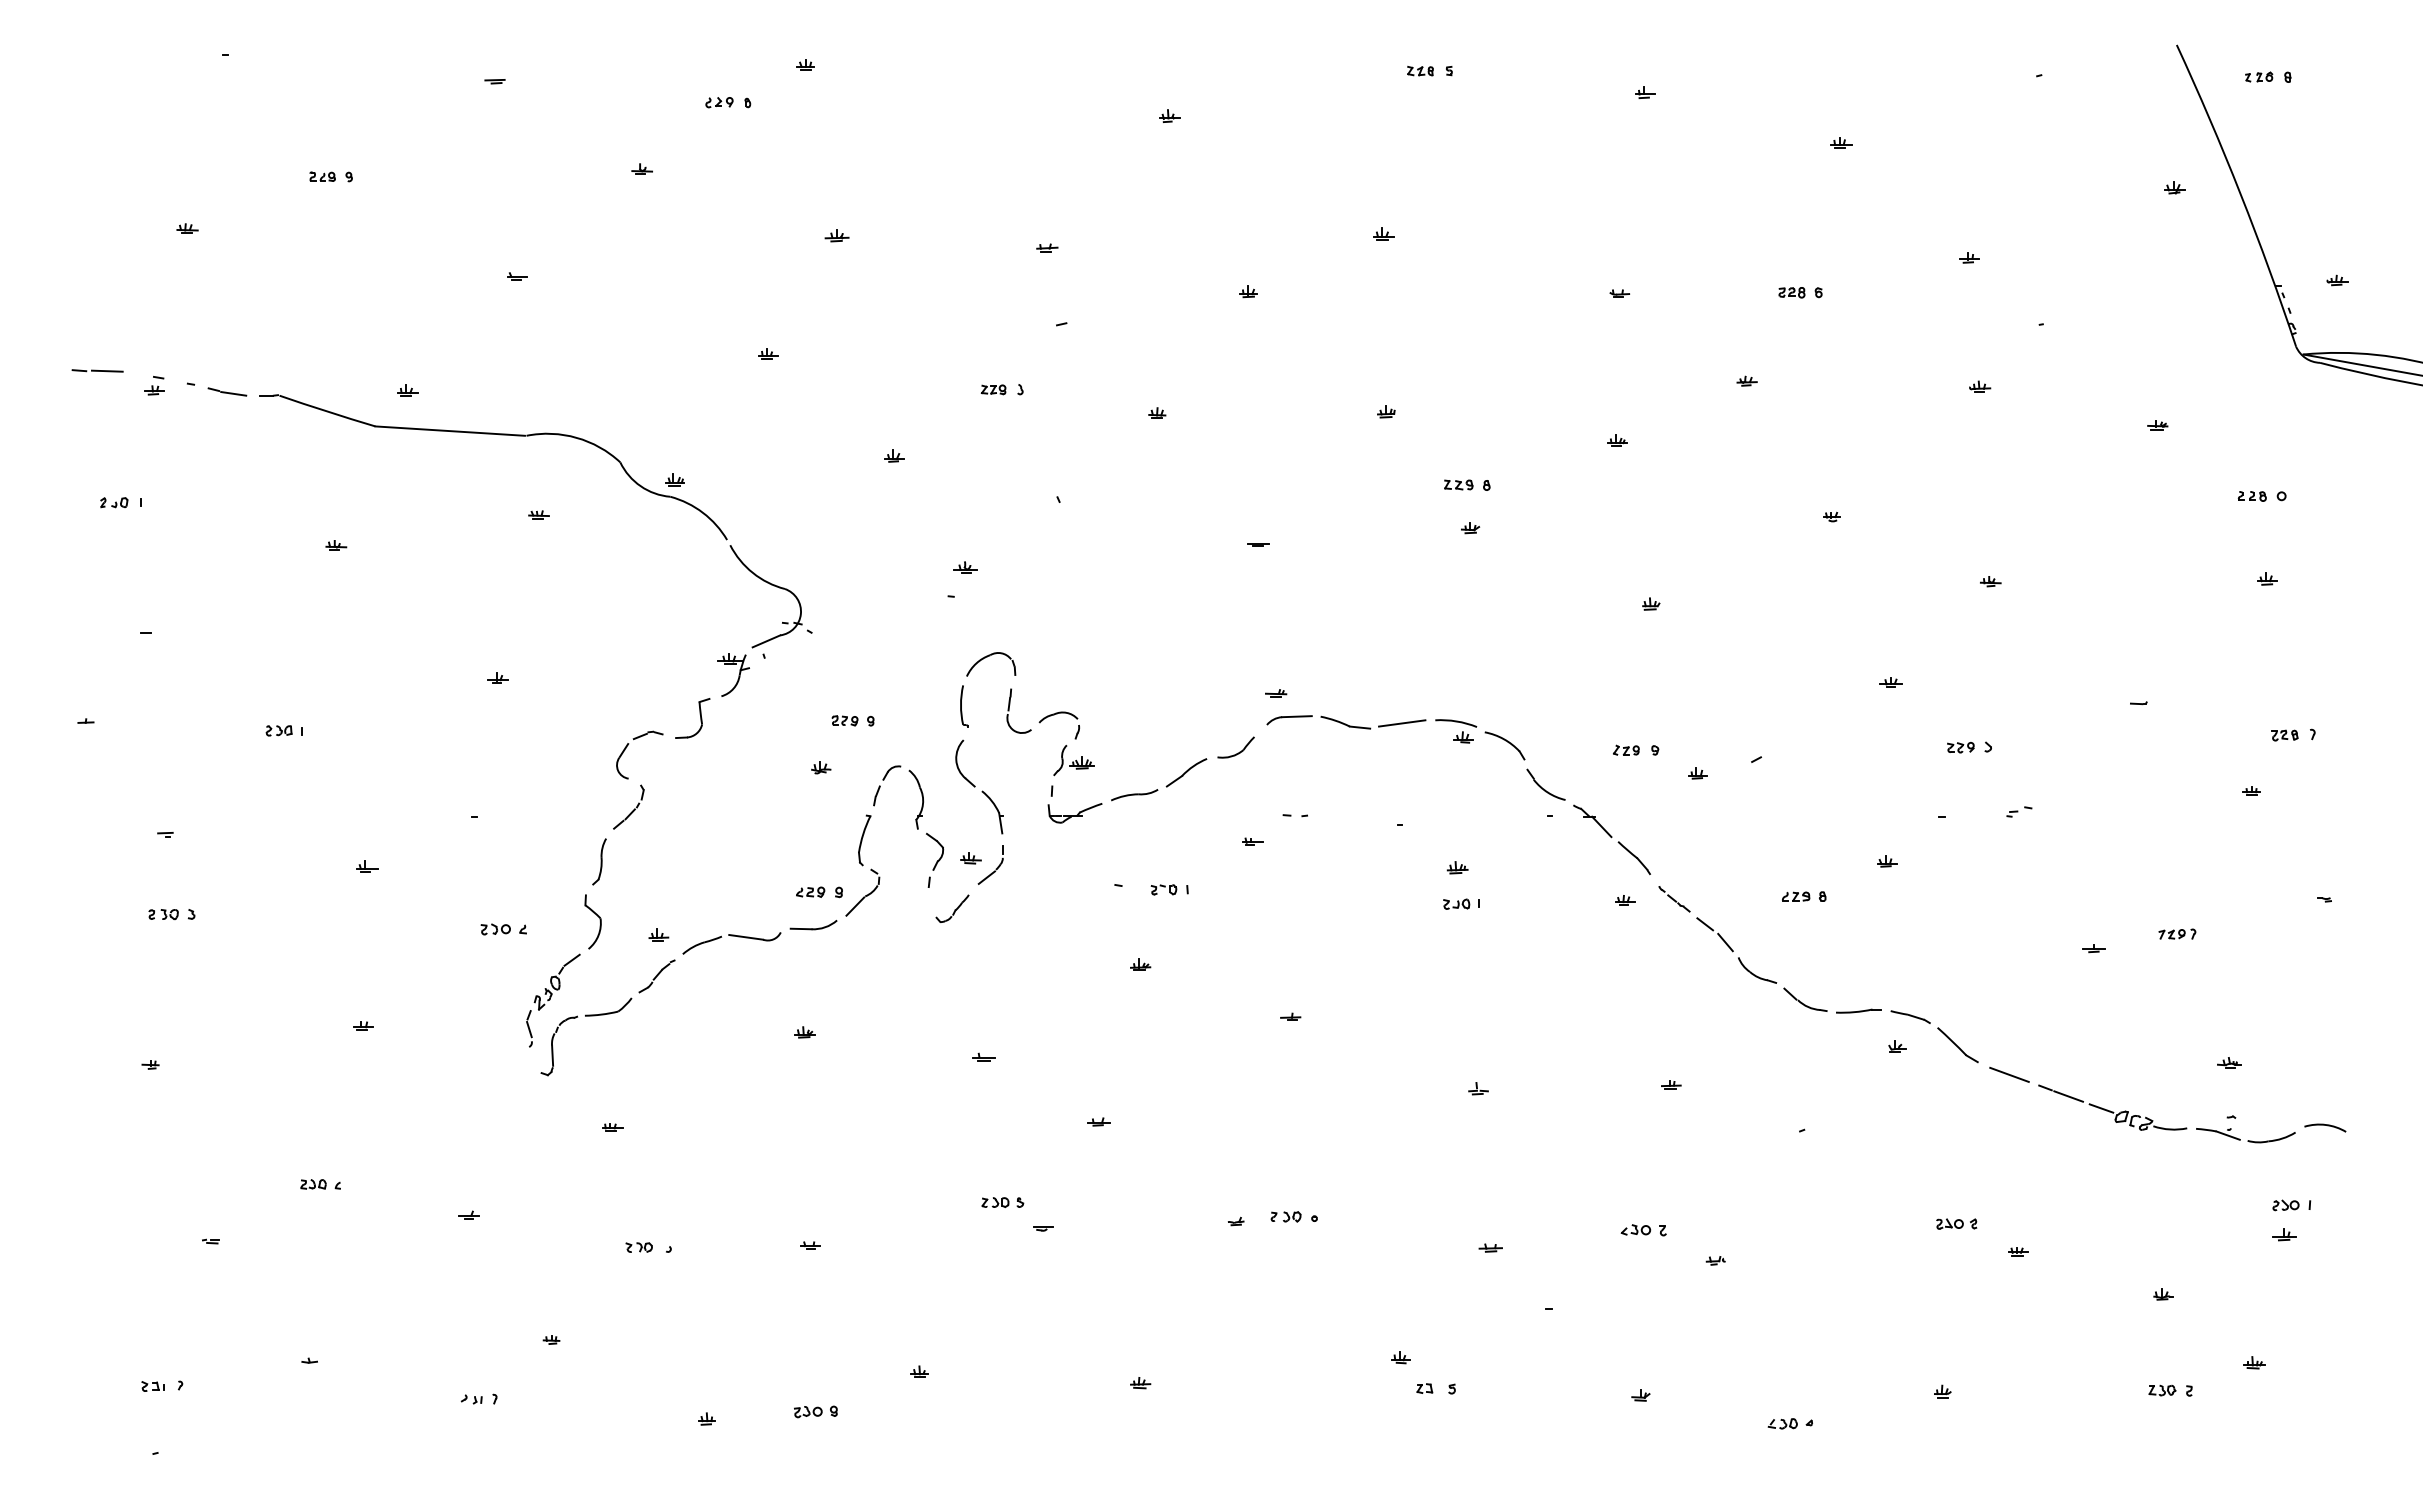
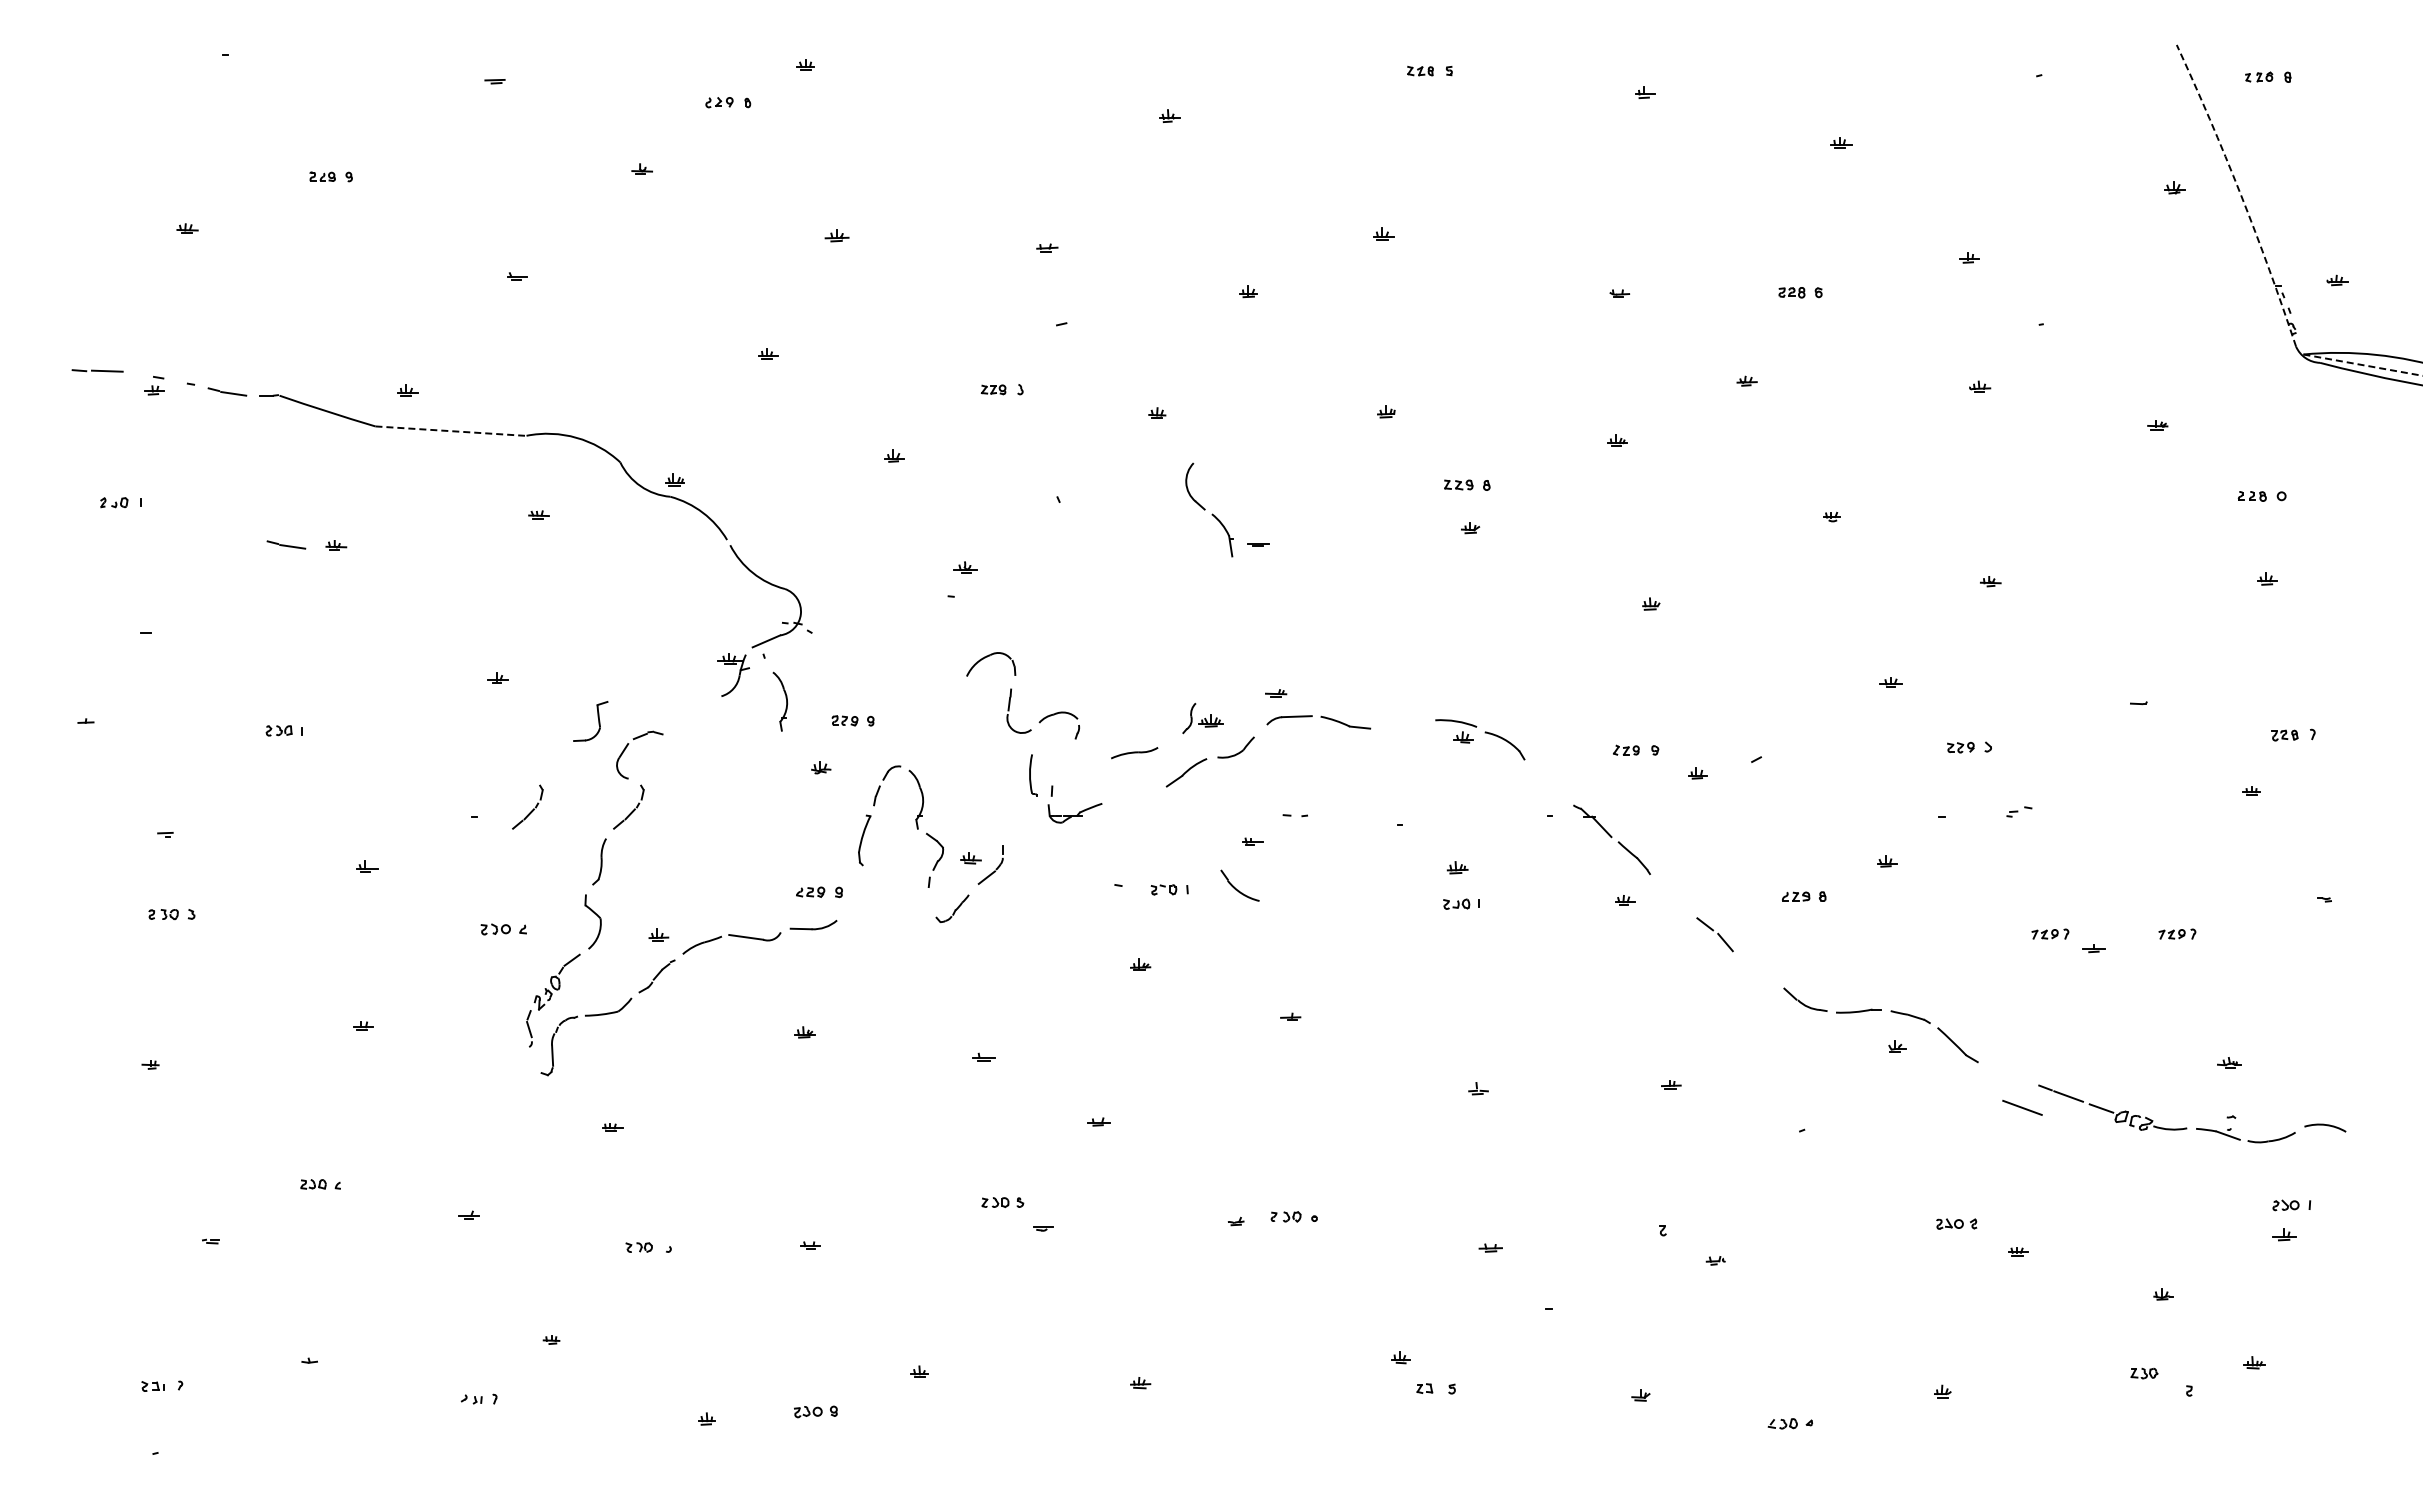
arc at (2240, 194): solid -> dashed
line at (2363, 365): solid -> dashed
line at (450, 431): solid -> dashed
part at (286, 544): none -> present
part at (780, 701): none -> present
part at (964, 706) position: (964, 706) -> (1033, 775)
part at (700, 718) position: (700, 718) -> (598, 721)
line at (1402, 723): present -> none
part at (1073, 760) position: (1073, 760) -> (1202, 718)
part at (1545, 784) position: (1545, 784) -> (1239, 885)
part at (979, 786) position: (979, 786) -> (1209, 509)
part at (1134, 795) position: (1134, 795) -> (1134, 753)
part at (527, 806): none -> present
part at (862, 892): present -> none
part at (1674, 899): present -> none
part at (2050, 933): none -> present
part at (1757, 970): present -> none
line at (2009, 1074) position: (2009, 1074) -> (2022, 1107)
part at (1635, 1229): present -> none
part at (2162, 1390) position: (2162, 1390) -> (2144, 1373)
